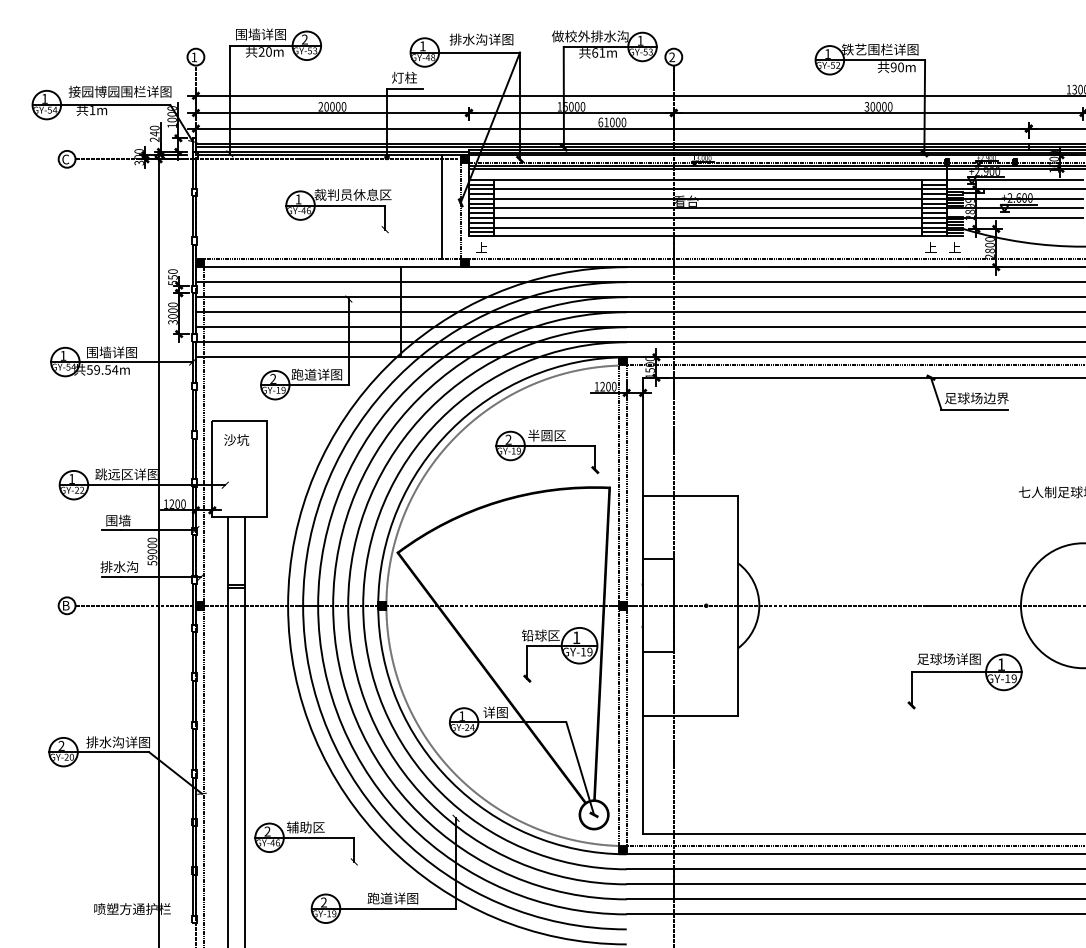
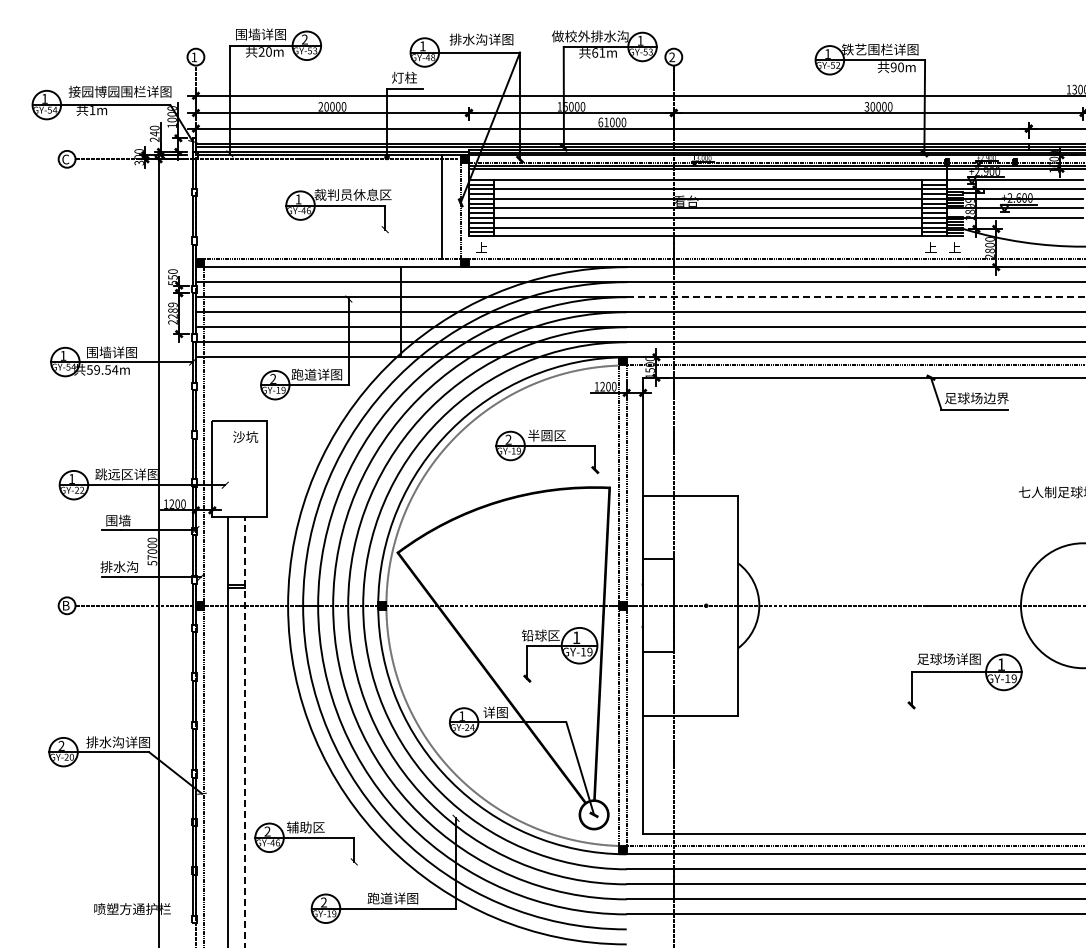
line at (856, 297): solid -> dashed
text at (172, 313): 3000 -> 2289
text at (236, 439) position: (236, 439) -> (245, 436)
text at (152, 557): 59000 -> 57000
line at (245, 731): solid -> dashed
